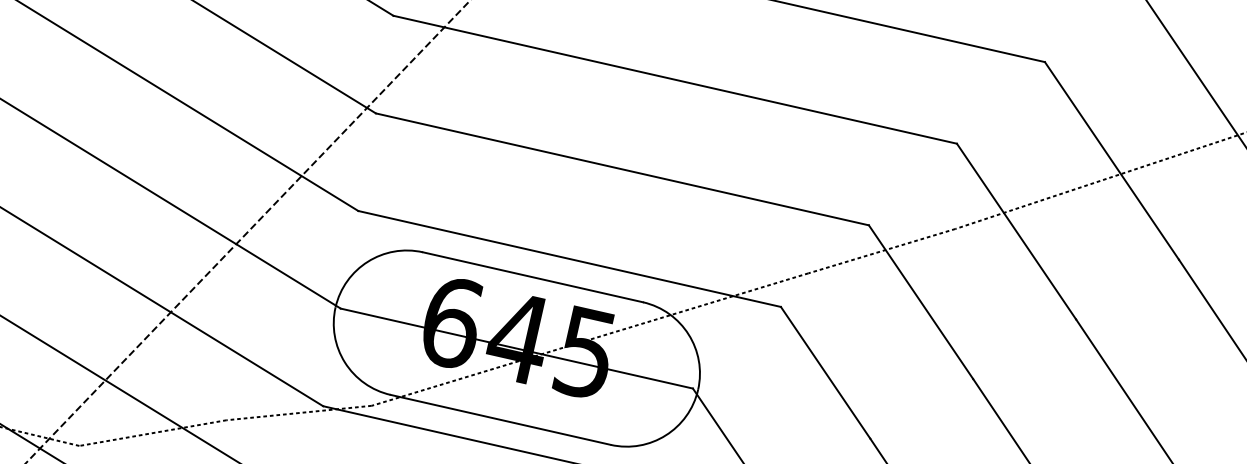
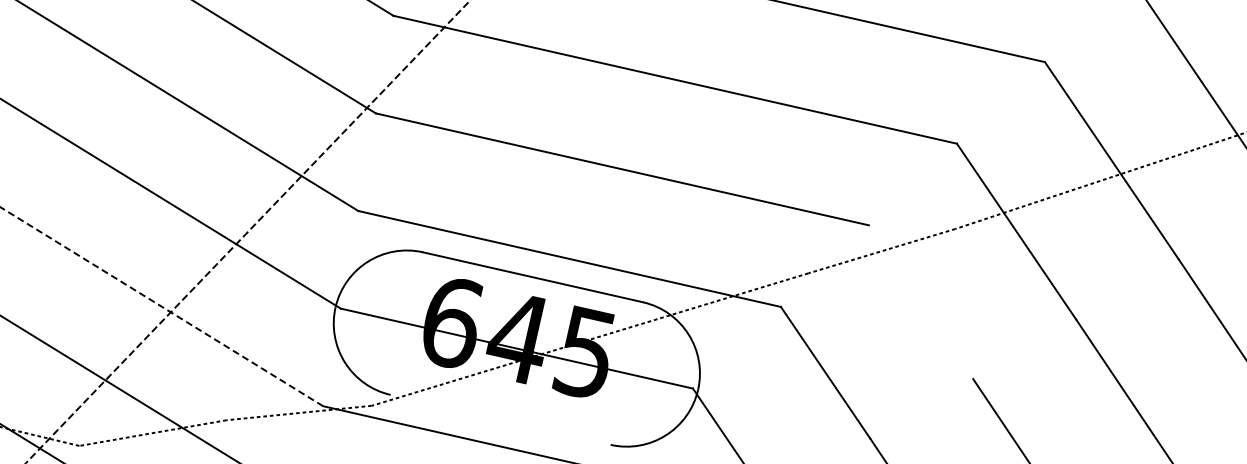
line at (920, 302): present -> none
line at (161, 306): solid -> dashed
line at (500, 419): present -> none
